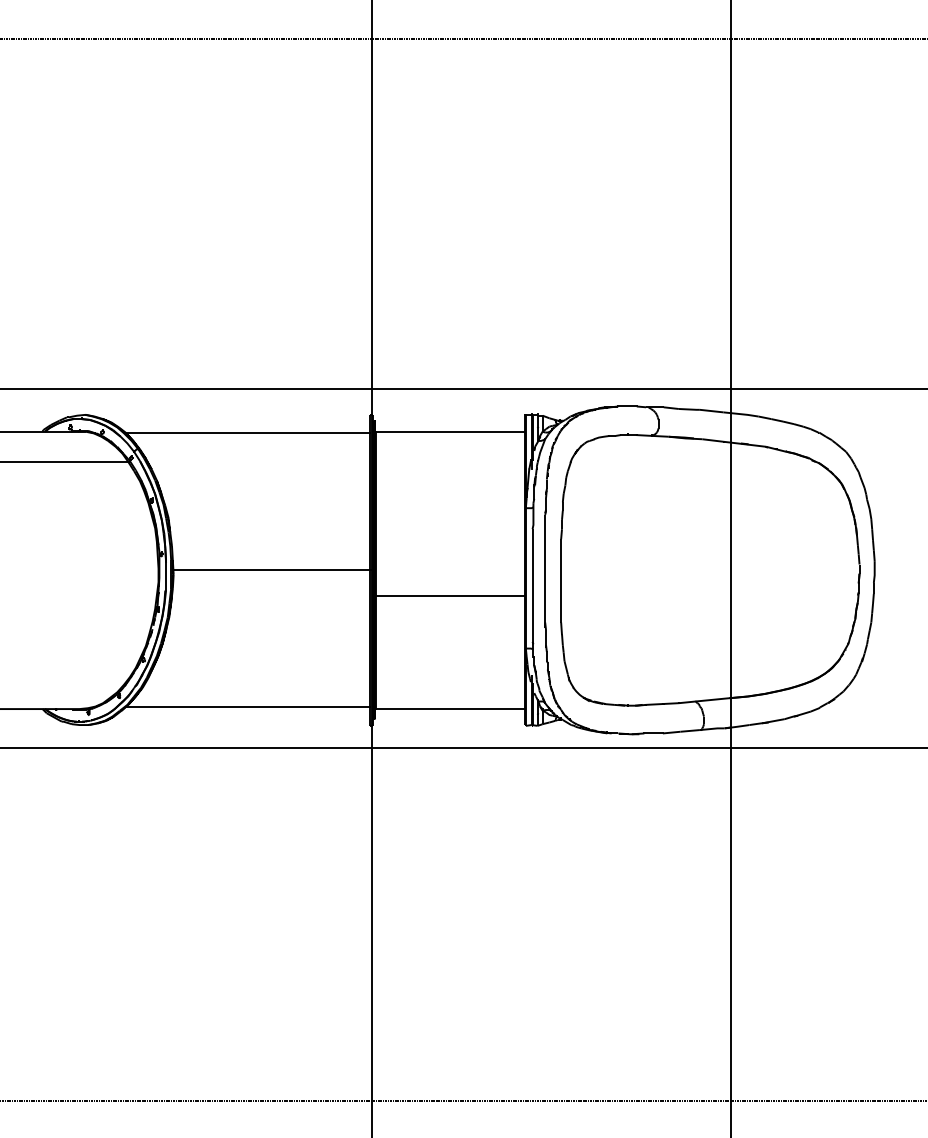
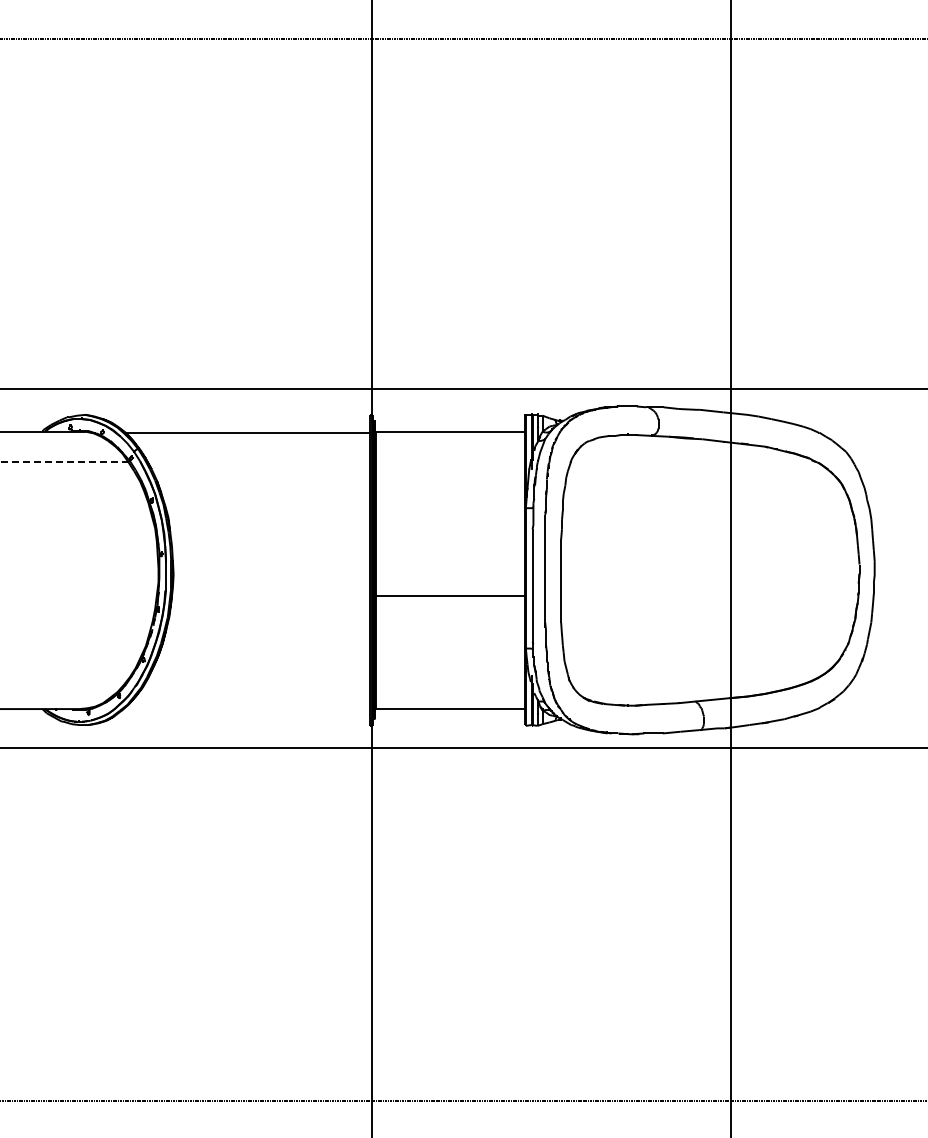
line at (65, 461): solid -> dashed
line at (272, 570): present -> none
line at (247, 707): present -> none
